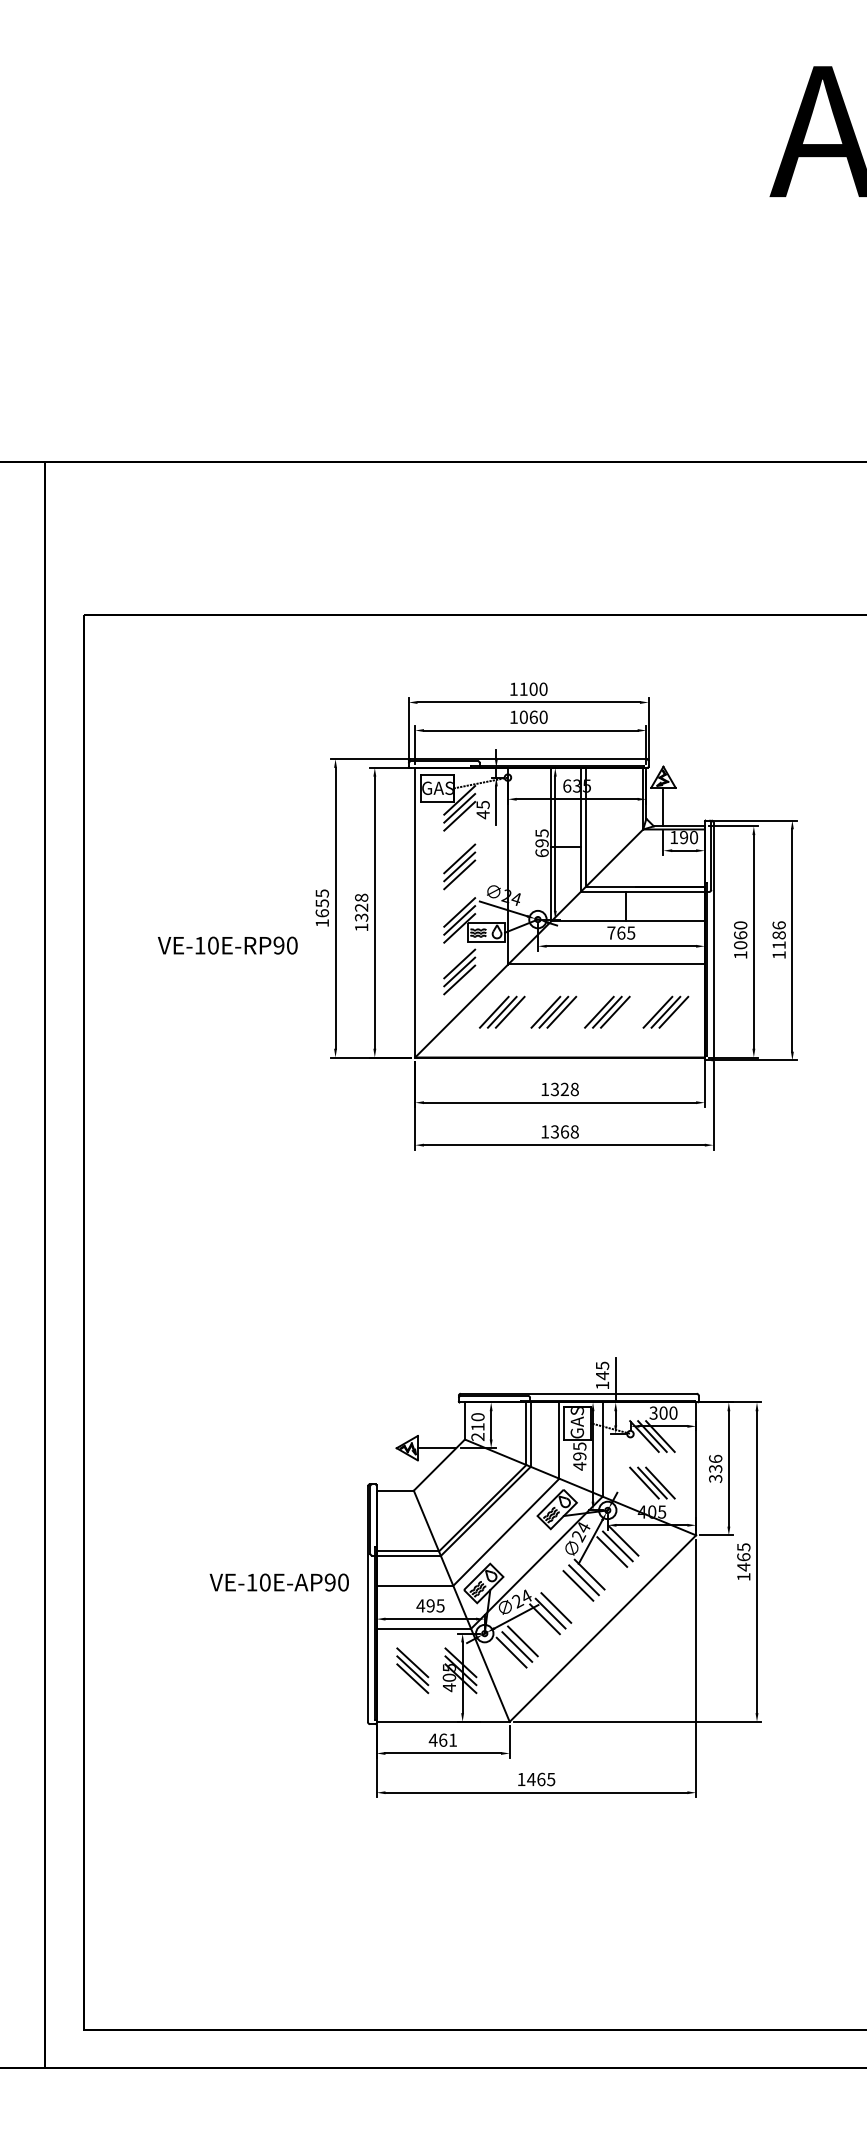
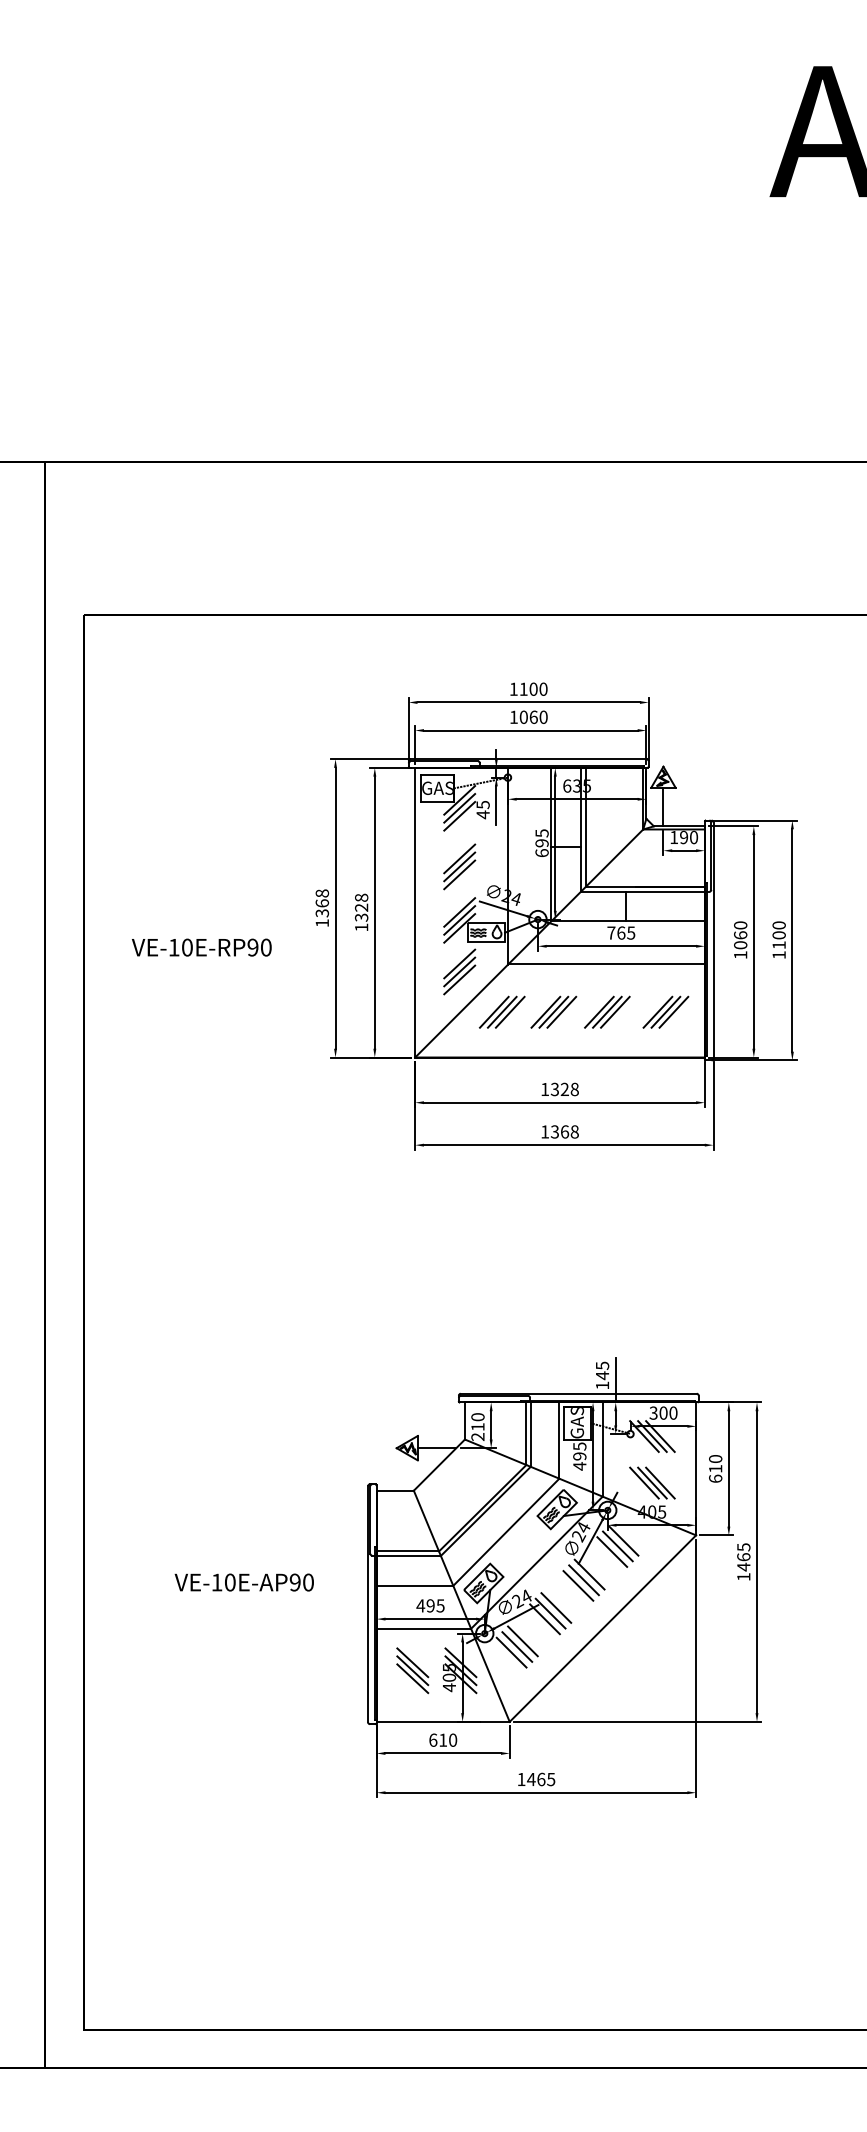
text at (321, 903): 1655 -> 1368
text at (778, 930): 1186 -> 1100
text at (227, 945) position: (227, 945) -> (201, 947)
text at (715, 1468): 336 -> 610
text at (278, 1582) position: (278, 1582) -> (243, 1582)
text at (442, 1739): 461 -> 610
